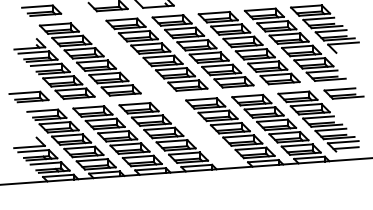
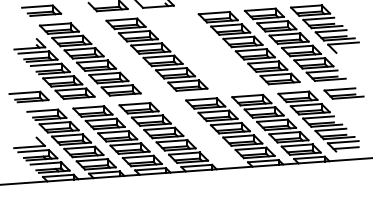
part at (202, 51): present -> none
